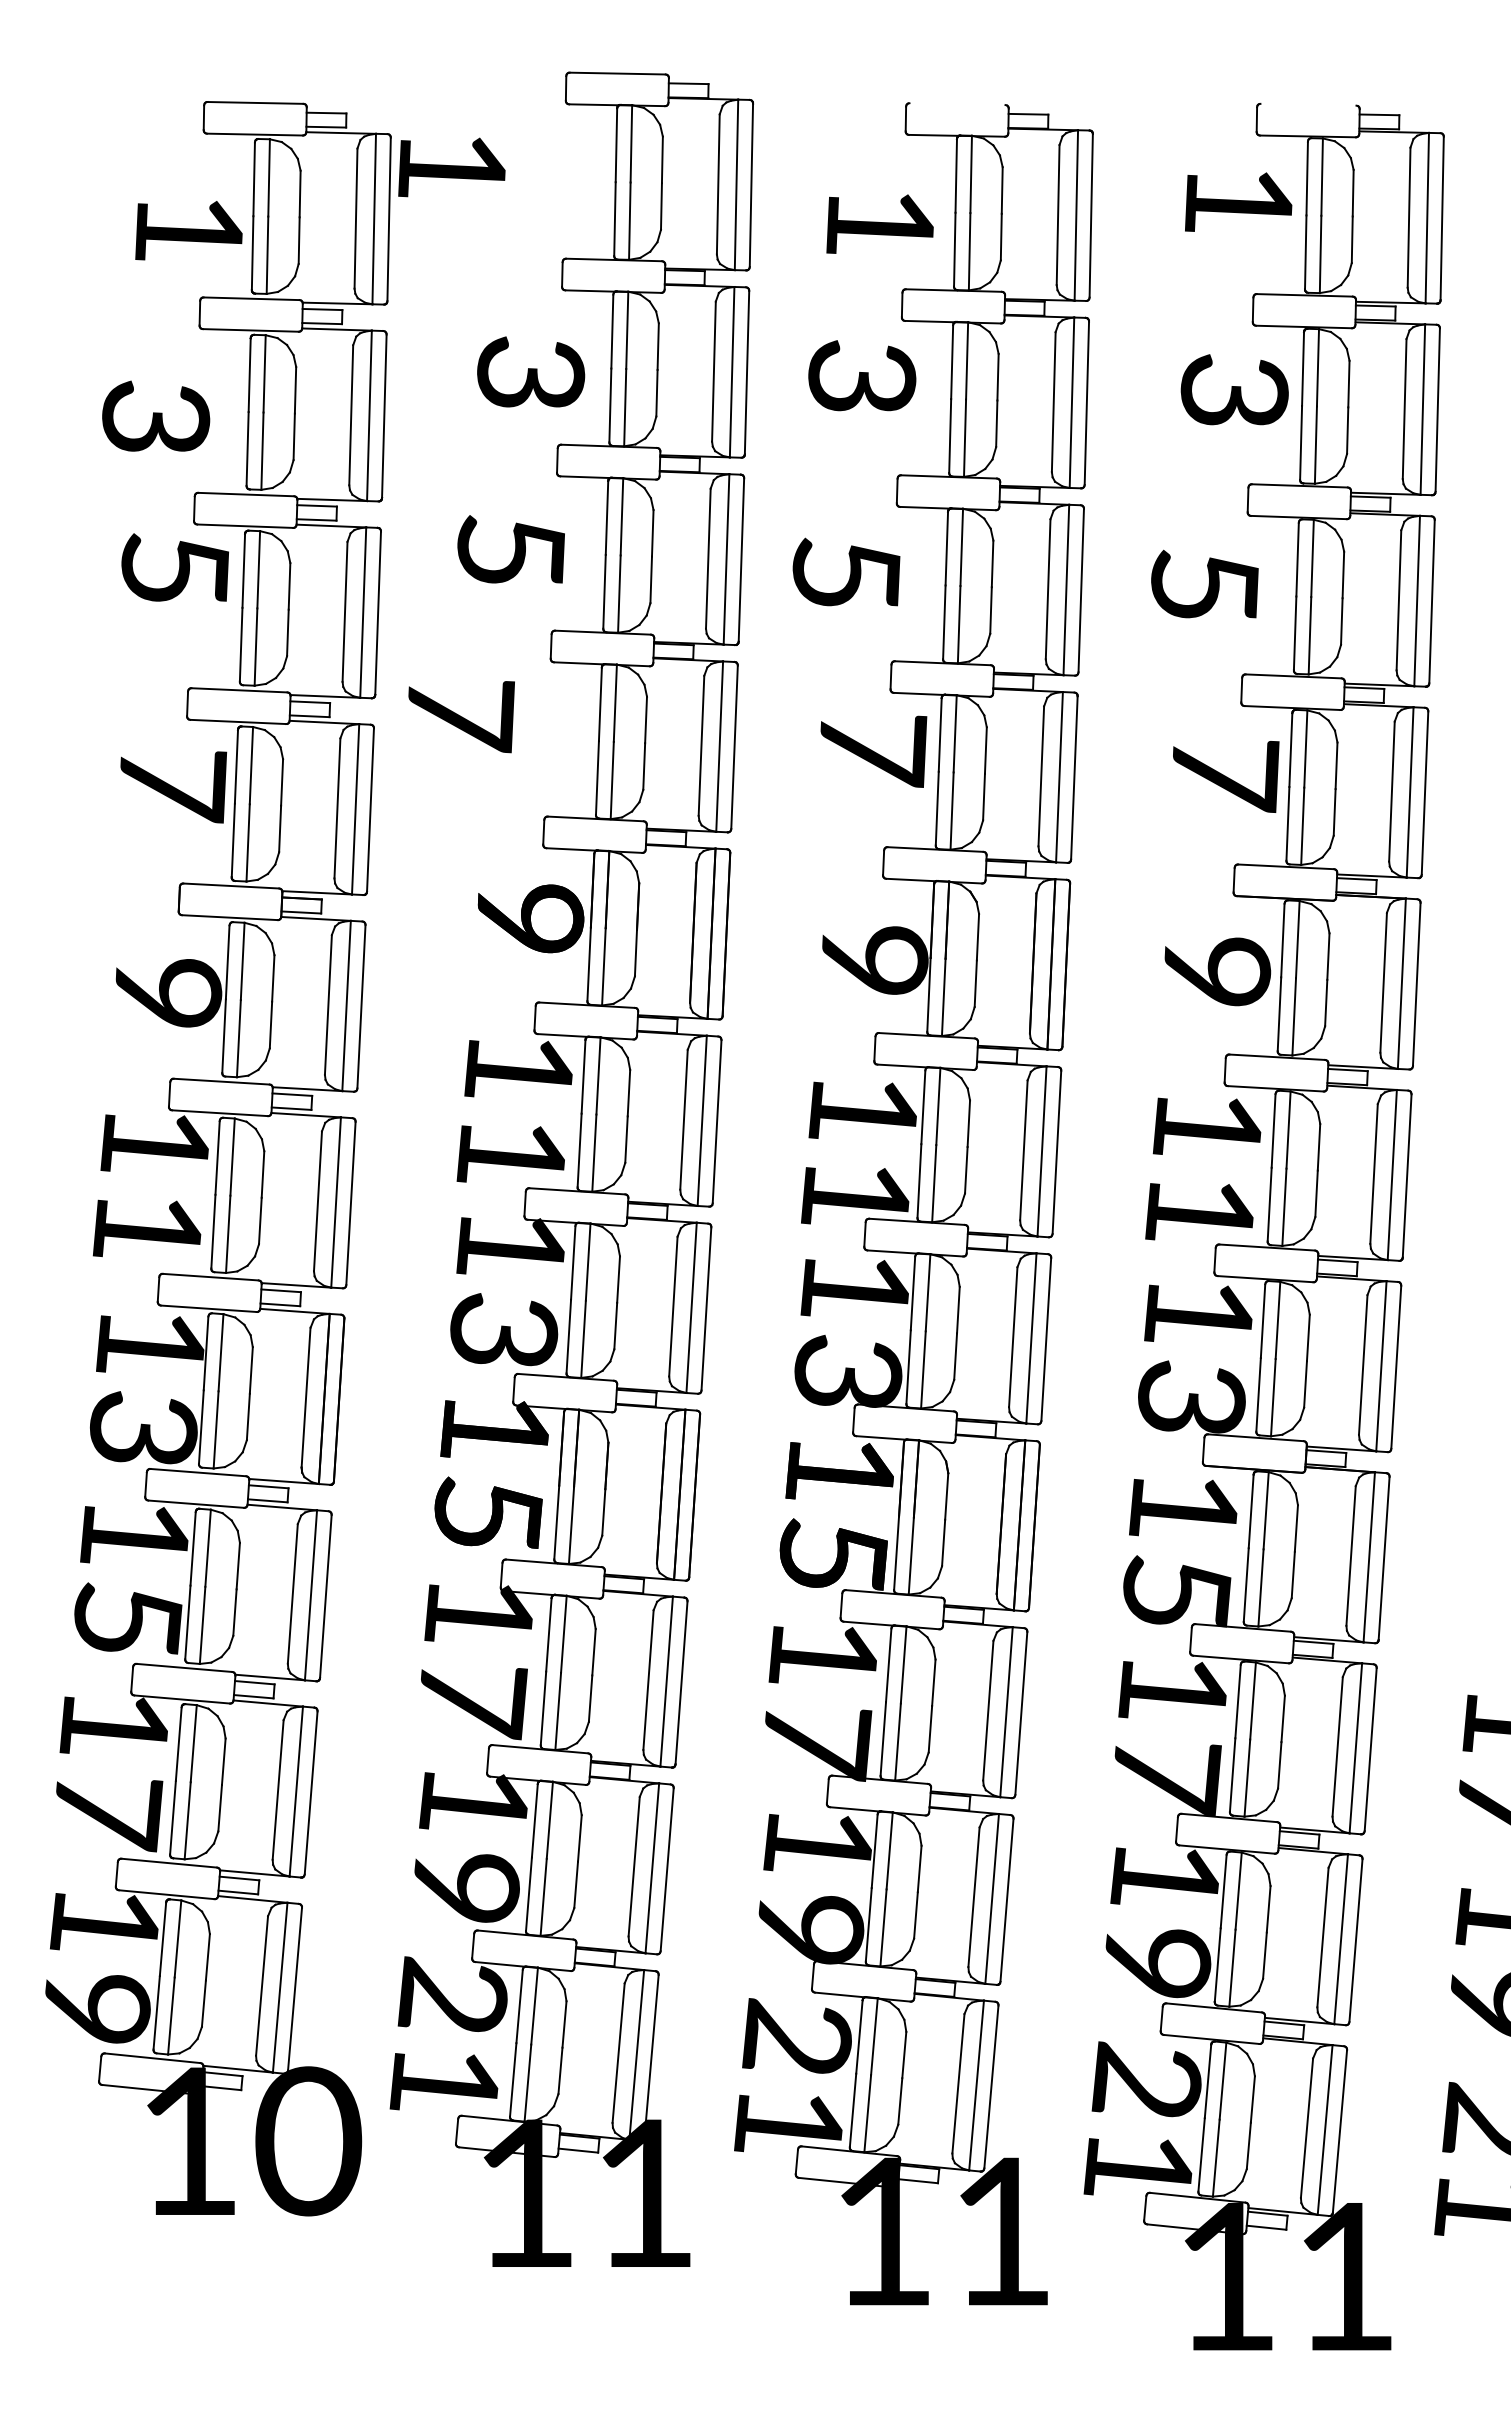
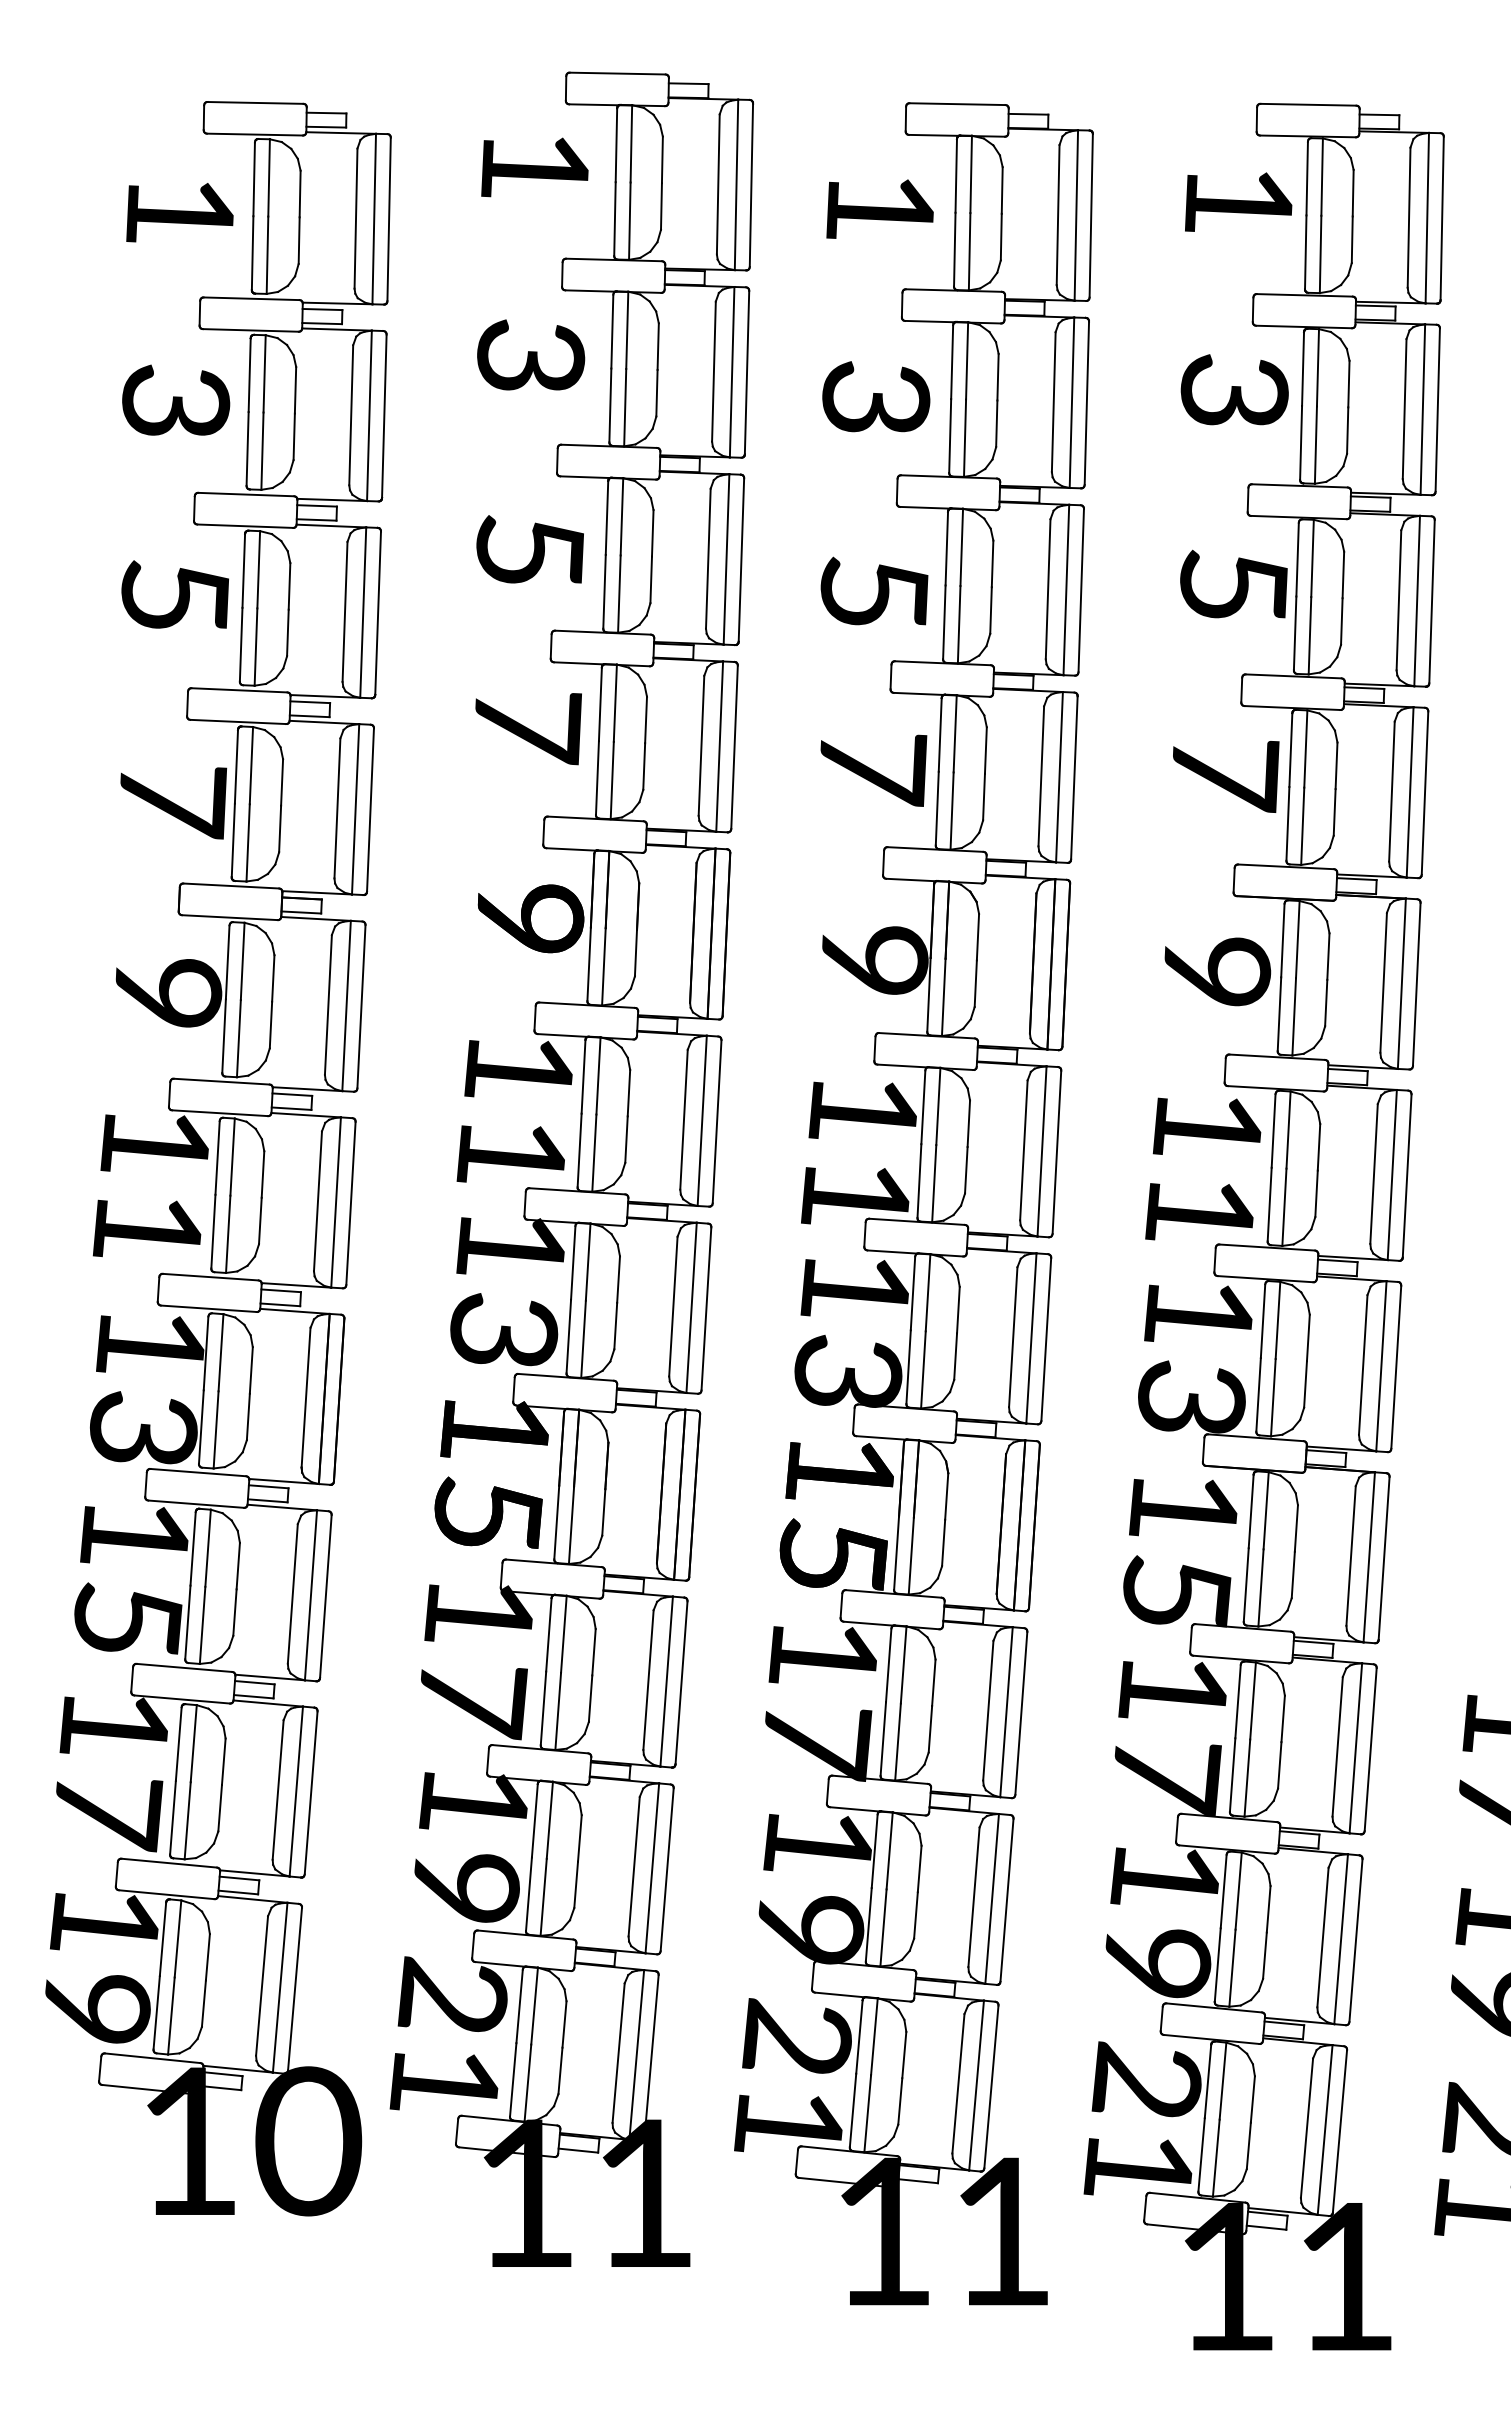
line at (957, 104): none -> present
line at (1308, 104): none -> present
text at (451, 167) position: (451, 167) -> (534, 167)
text at (879, 223) position: (879, 223) -> (879, 208)
text at (188, 230) position: (188, 230) -> (179, 212)
text at (531, 371) position: (531, 371) -> (531, 354)
text at (862, 375) position: (862, 375) -> (876, 396)
text at (156, 415) position: (156, 415) -> (176, 399)
text at (510, 549) position: (510, 549) -> (529, 549)
text at (174, 567) position: (174, 567) -> (174, 594)
text at (846, 571) position: (846, 571) -> (874, 590)
text at (1204, 583) position: (1204, 583) -> (1233, 583)
text at (461, 717) position: (461, 717) -> (528, 729)
text at (873, 751) position: (873, 751) -> (873, 770)
text at (173, 787) position: (173, 787) -> (173, 803)
